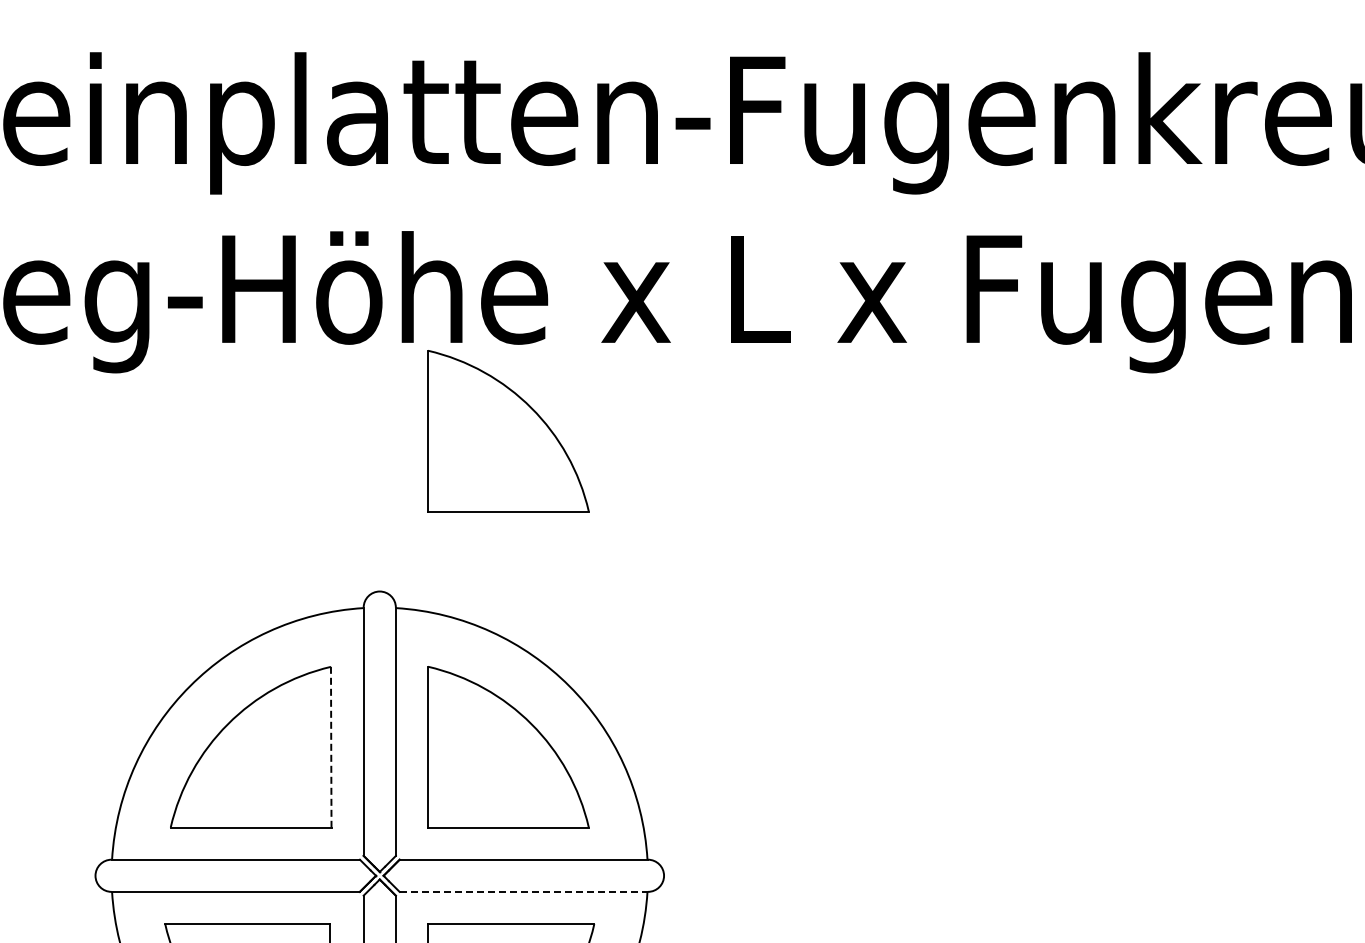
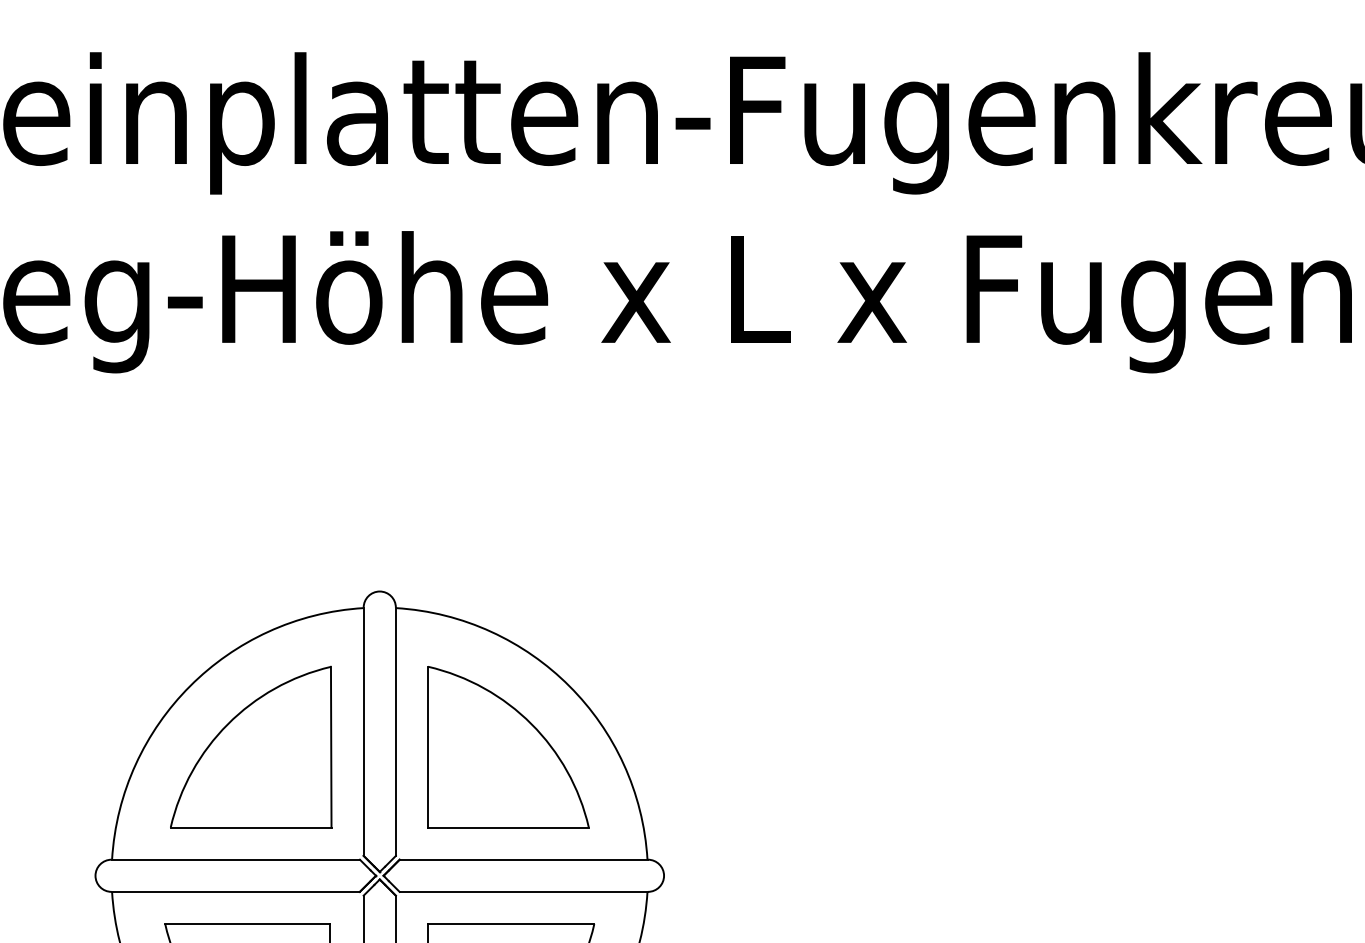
part at (508, 431): present -> none
line at (331, 747): dashed -> solid
line at (524, 891): dashed -> solid
